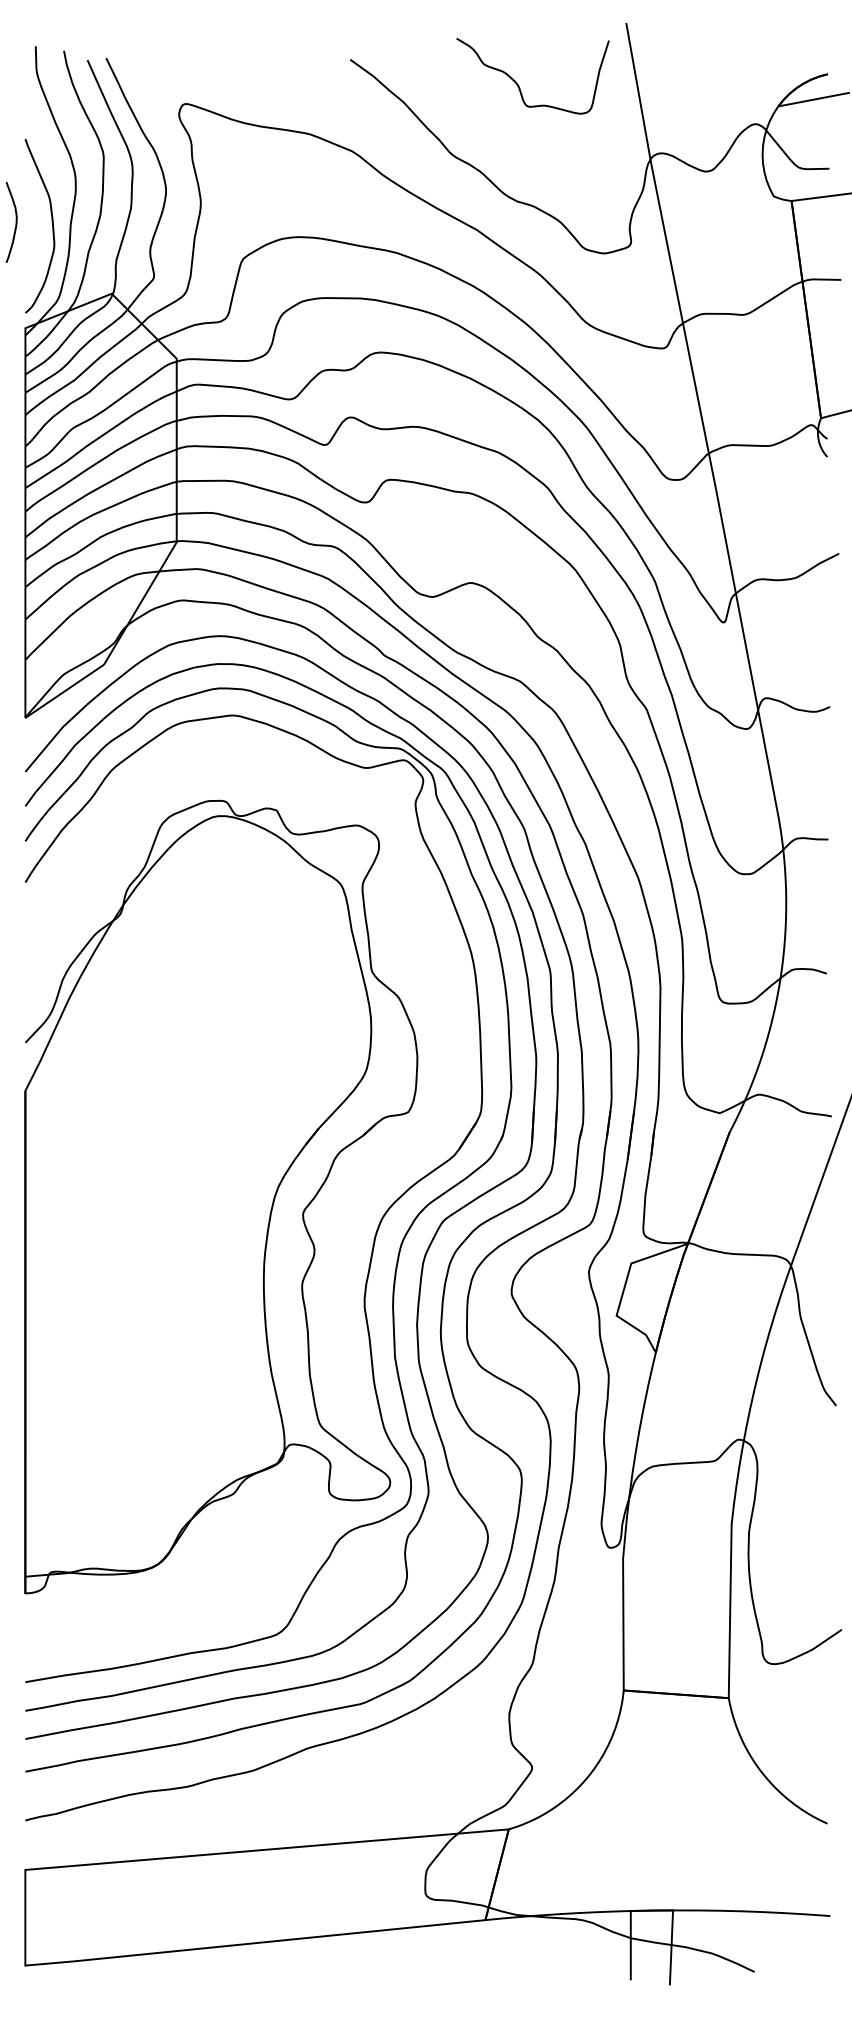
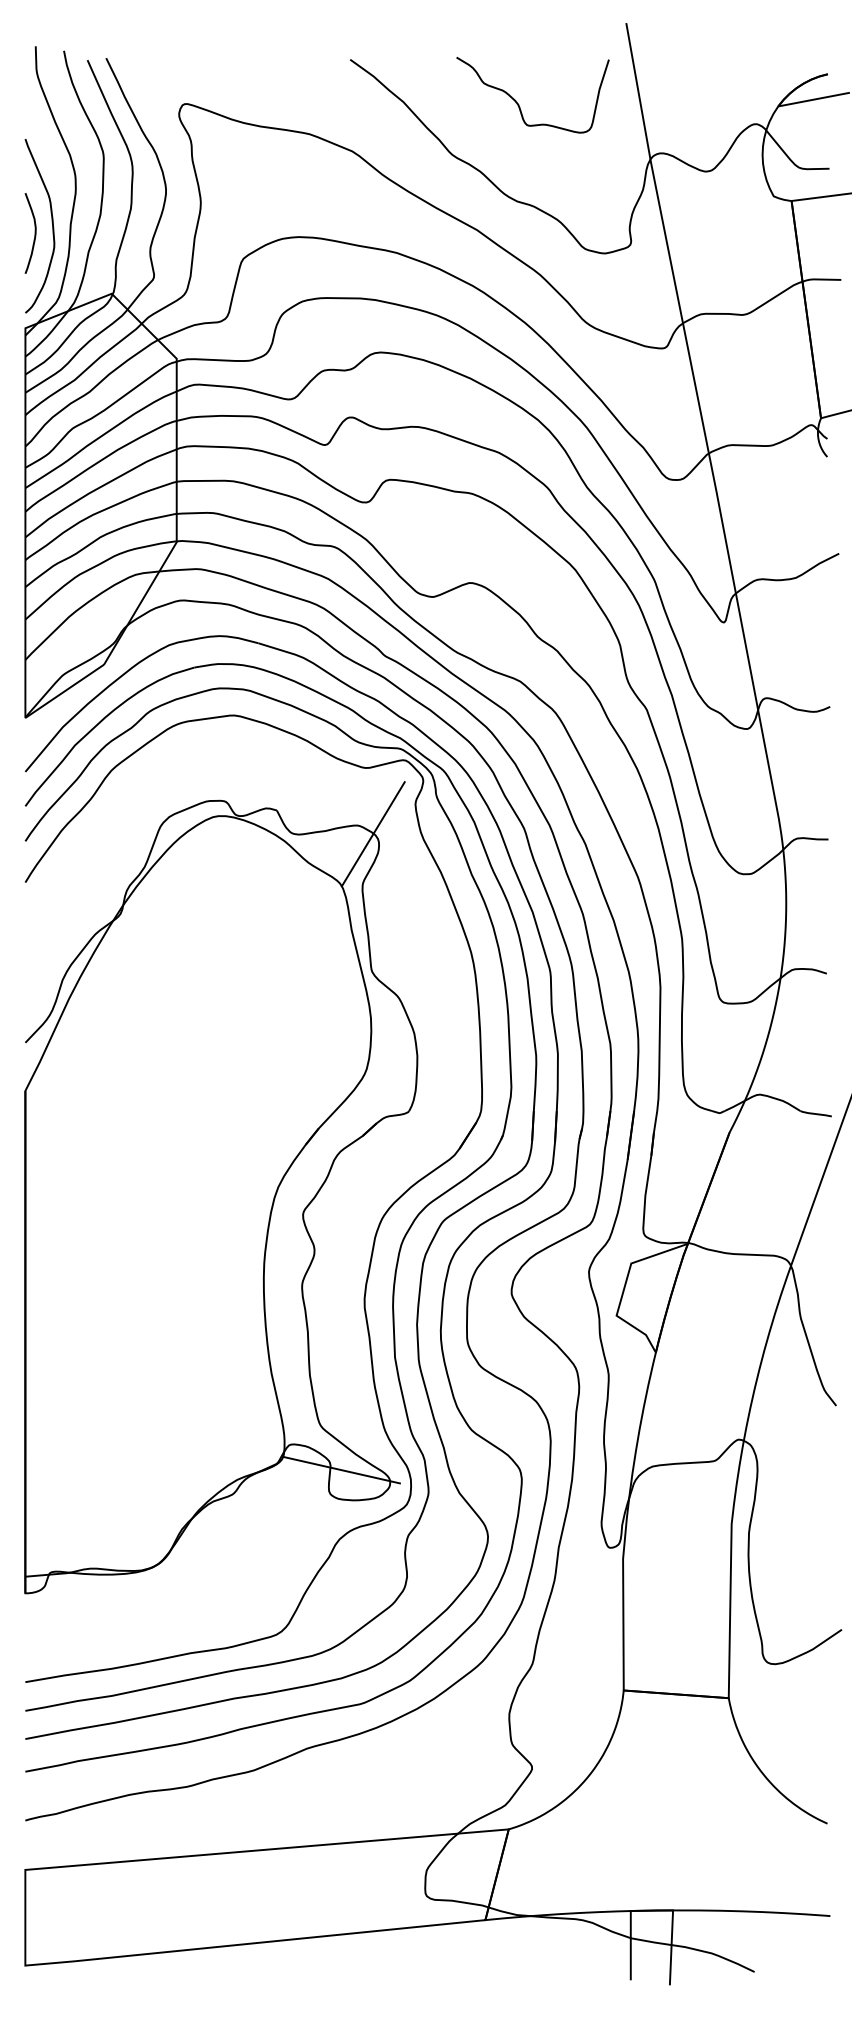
curve at (519, 85) position: (519, 85) -> (519, 104)
curve at (15, 222) position: (15, 222) -> (34, 233)
line at (372, 834): none -> present
line at (341, 1469): none -> present
